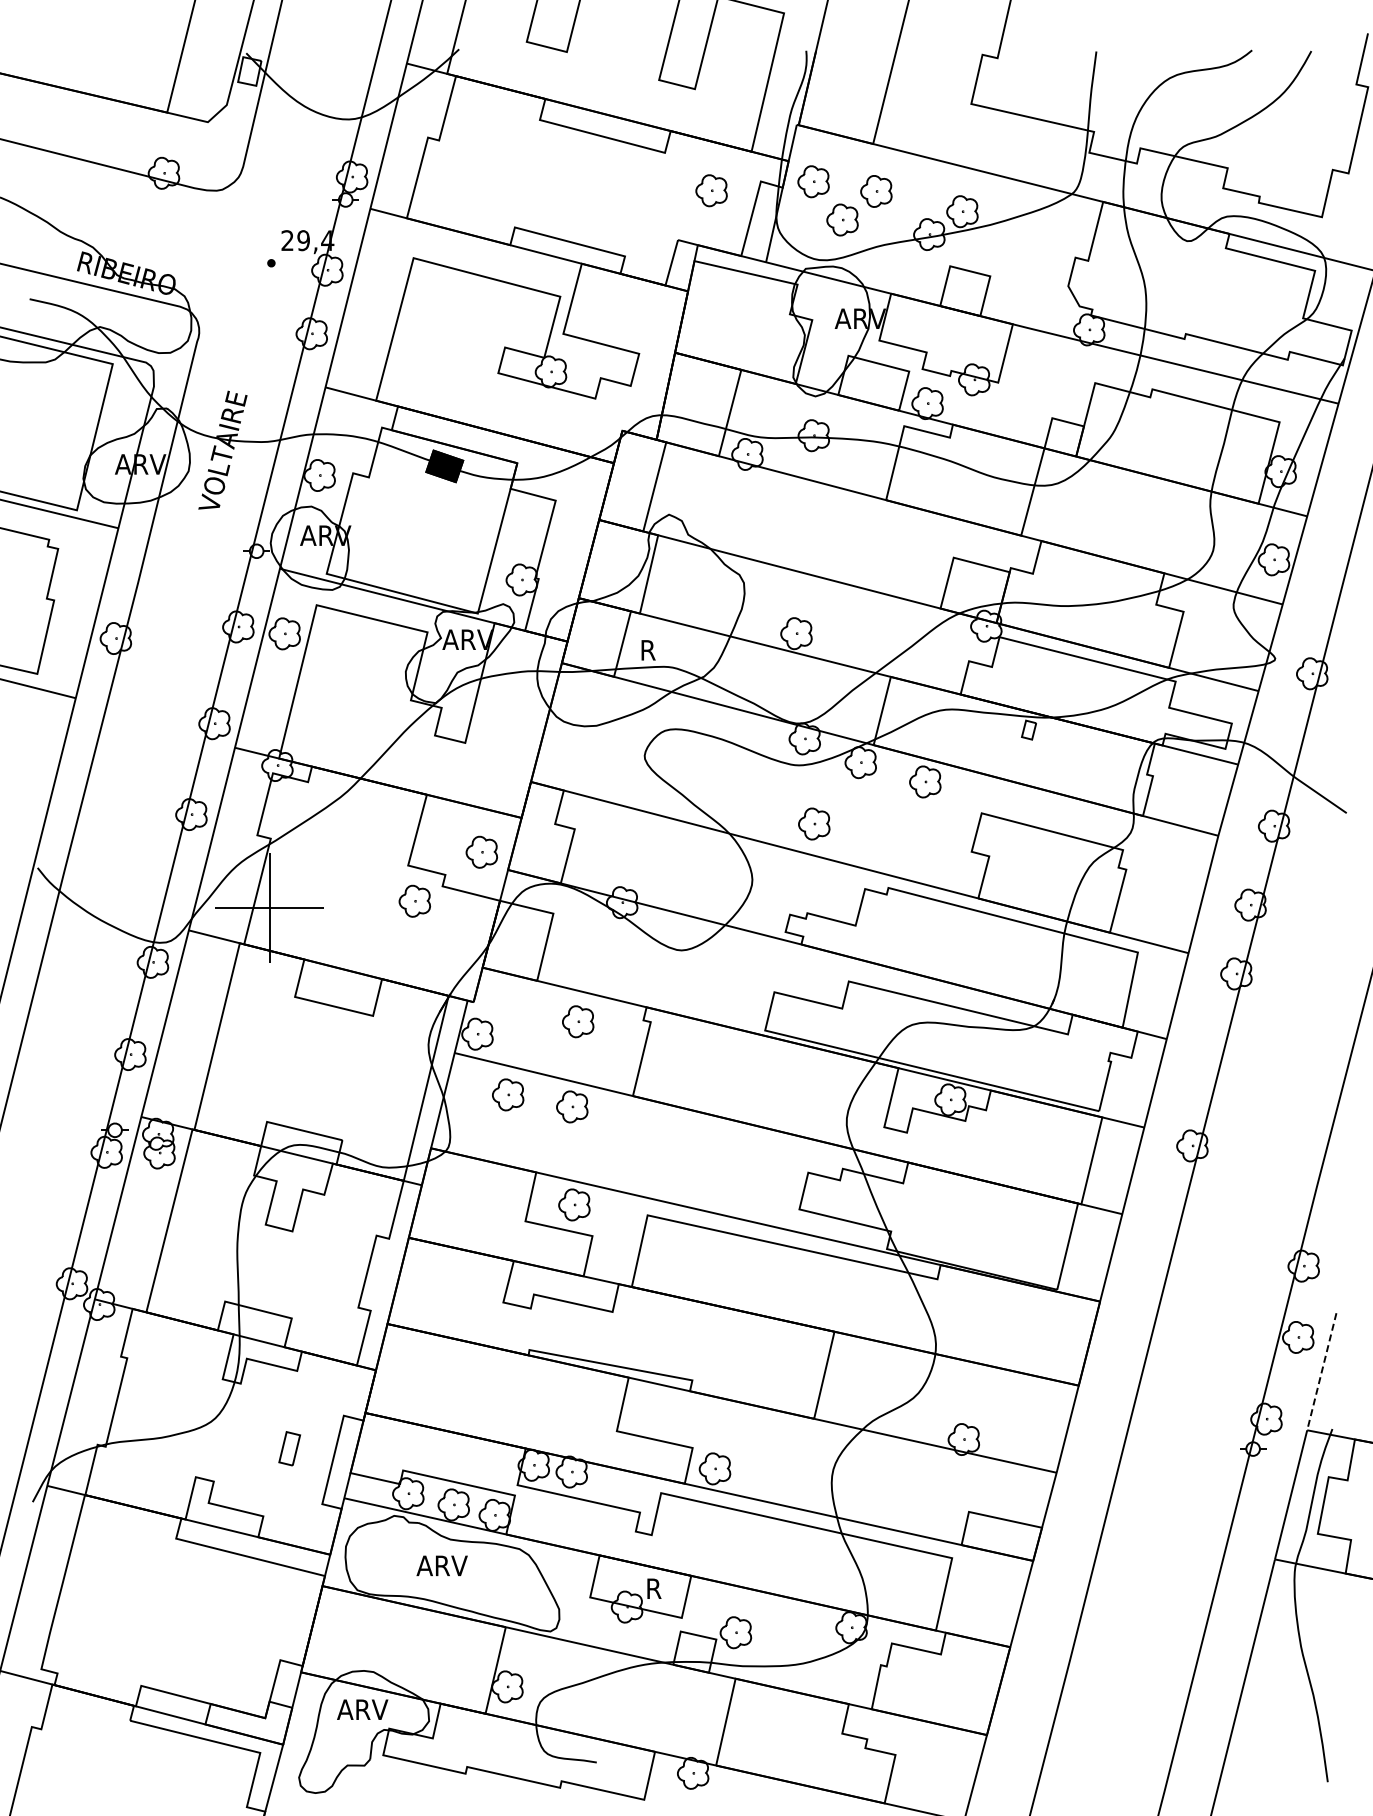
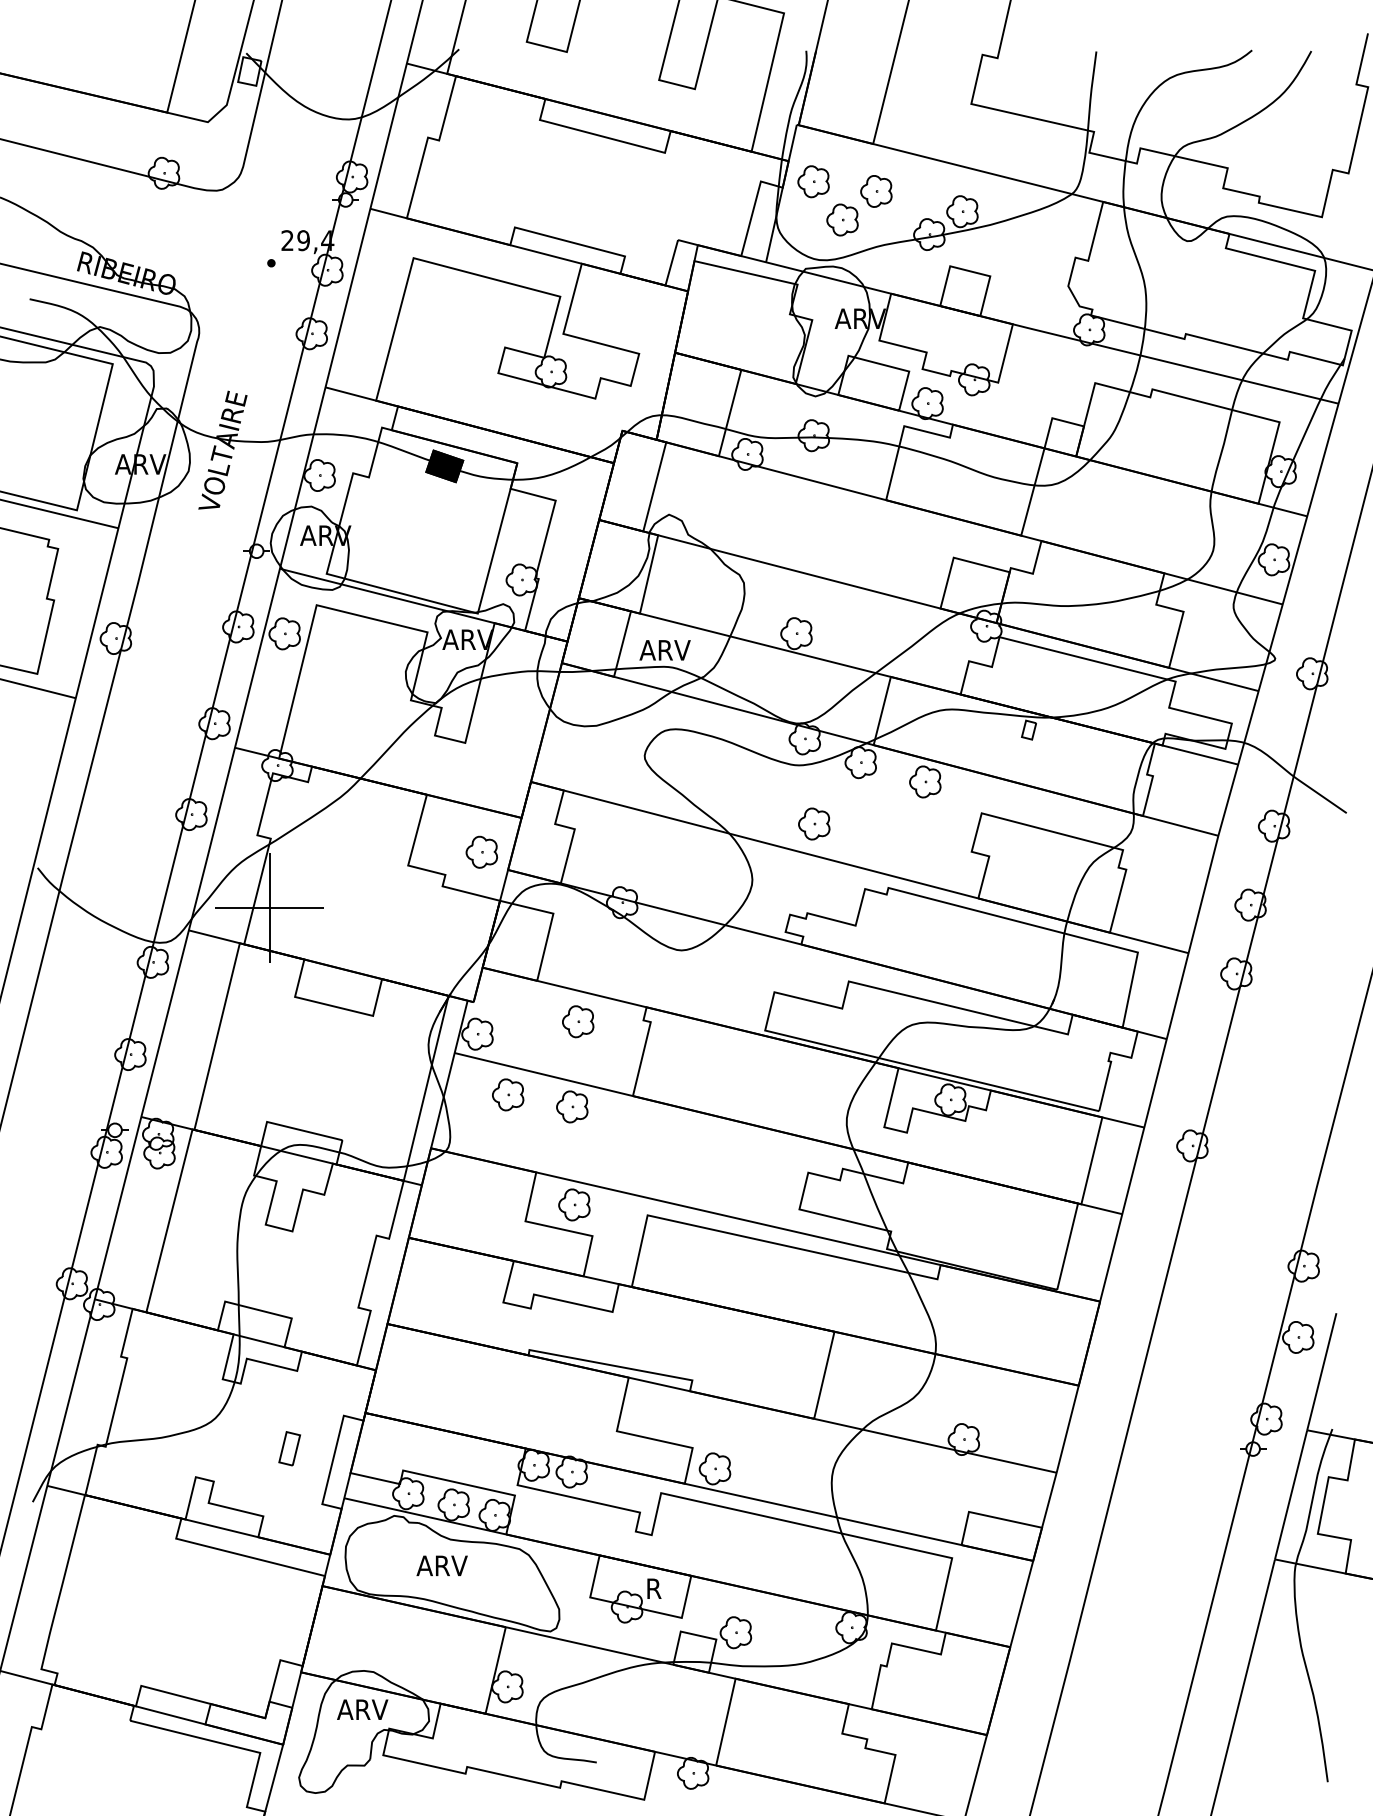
part at (711, 190): present -> none
text at (664, 650): R -> ARV
part at (414, 900): present -> none
line at (1321, 1372): dashed -> solid
